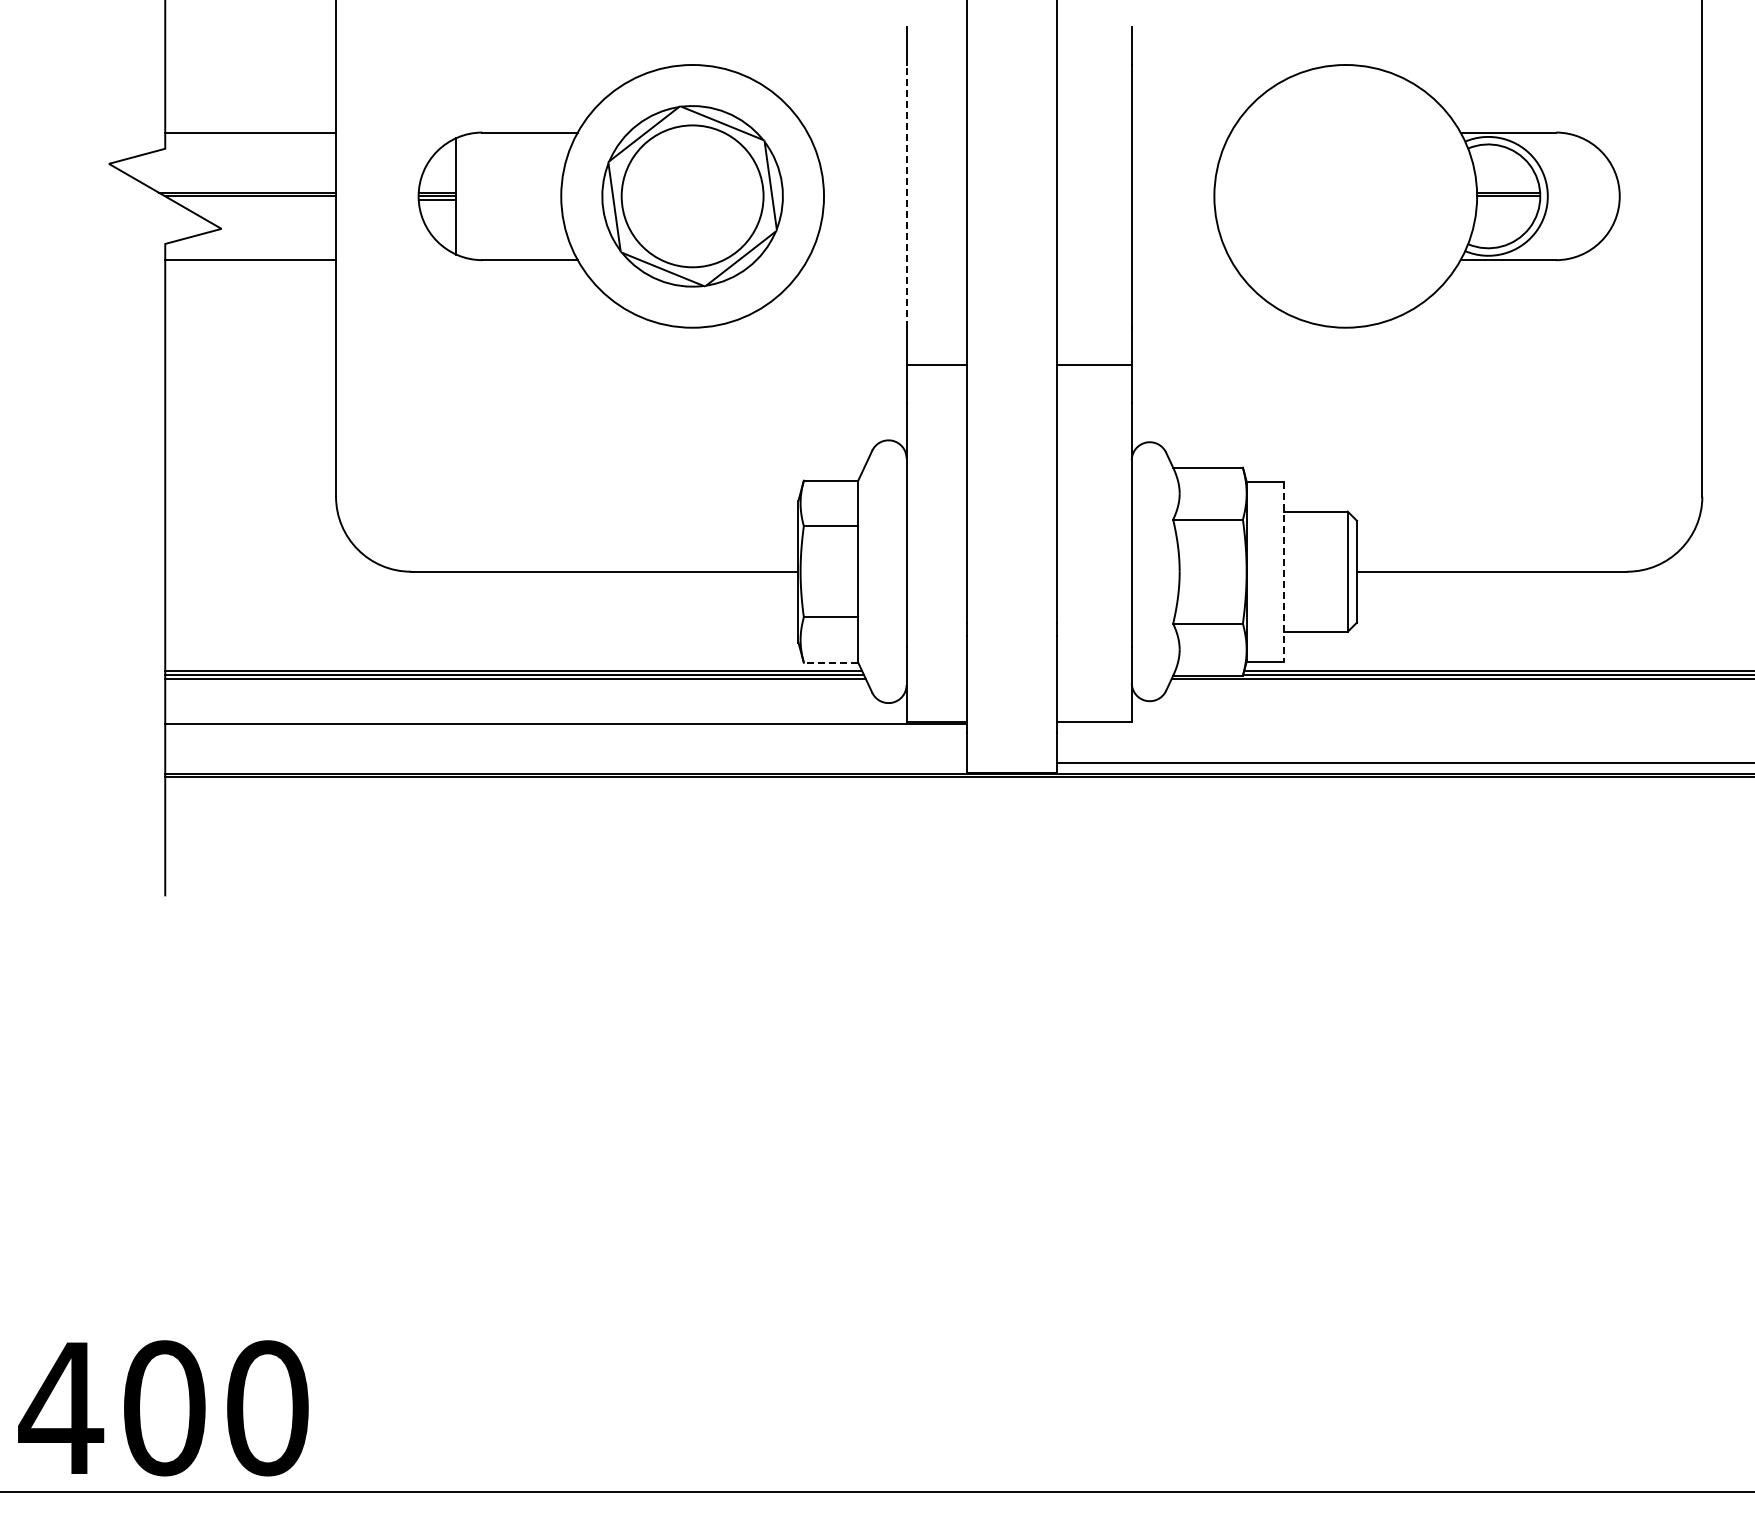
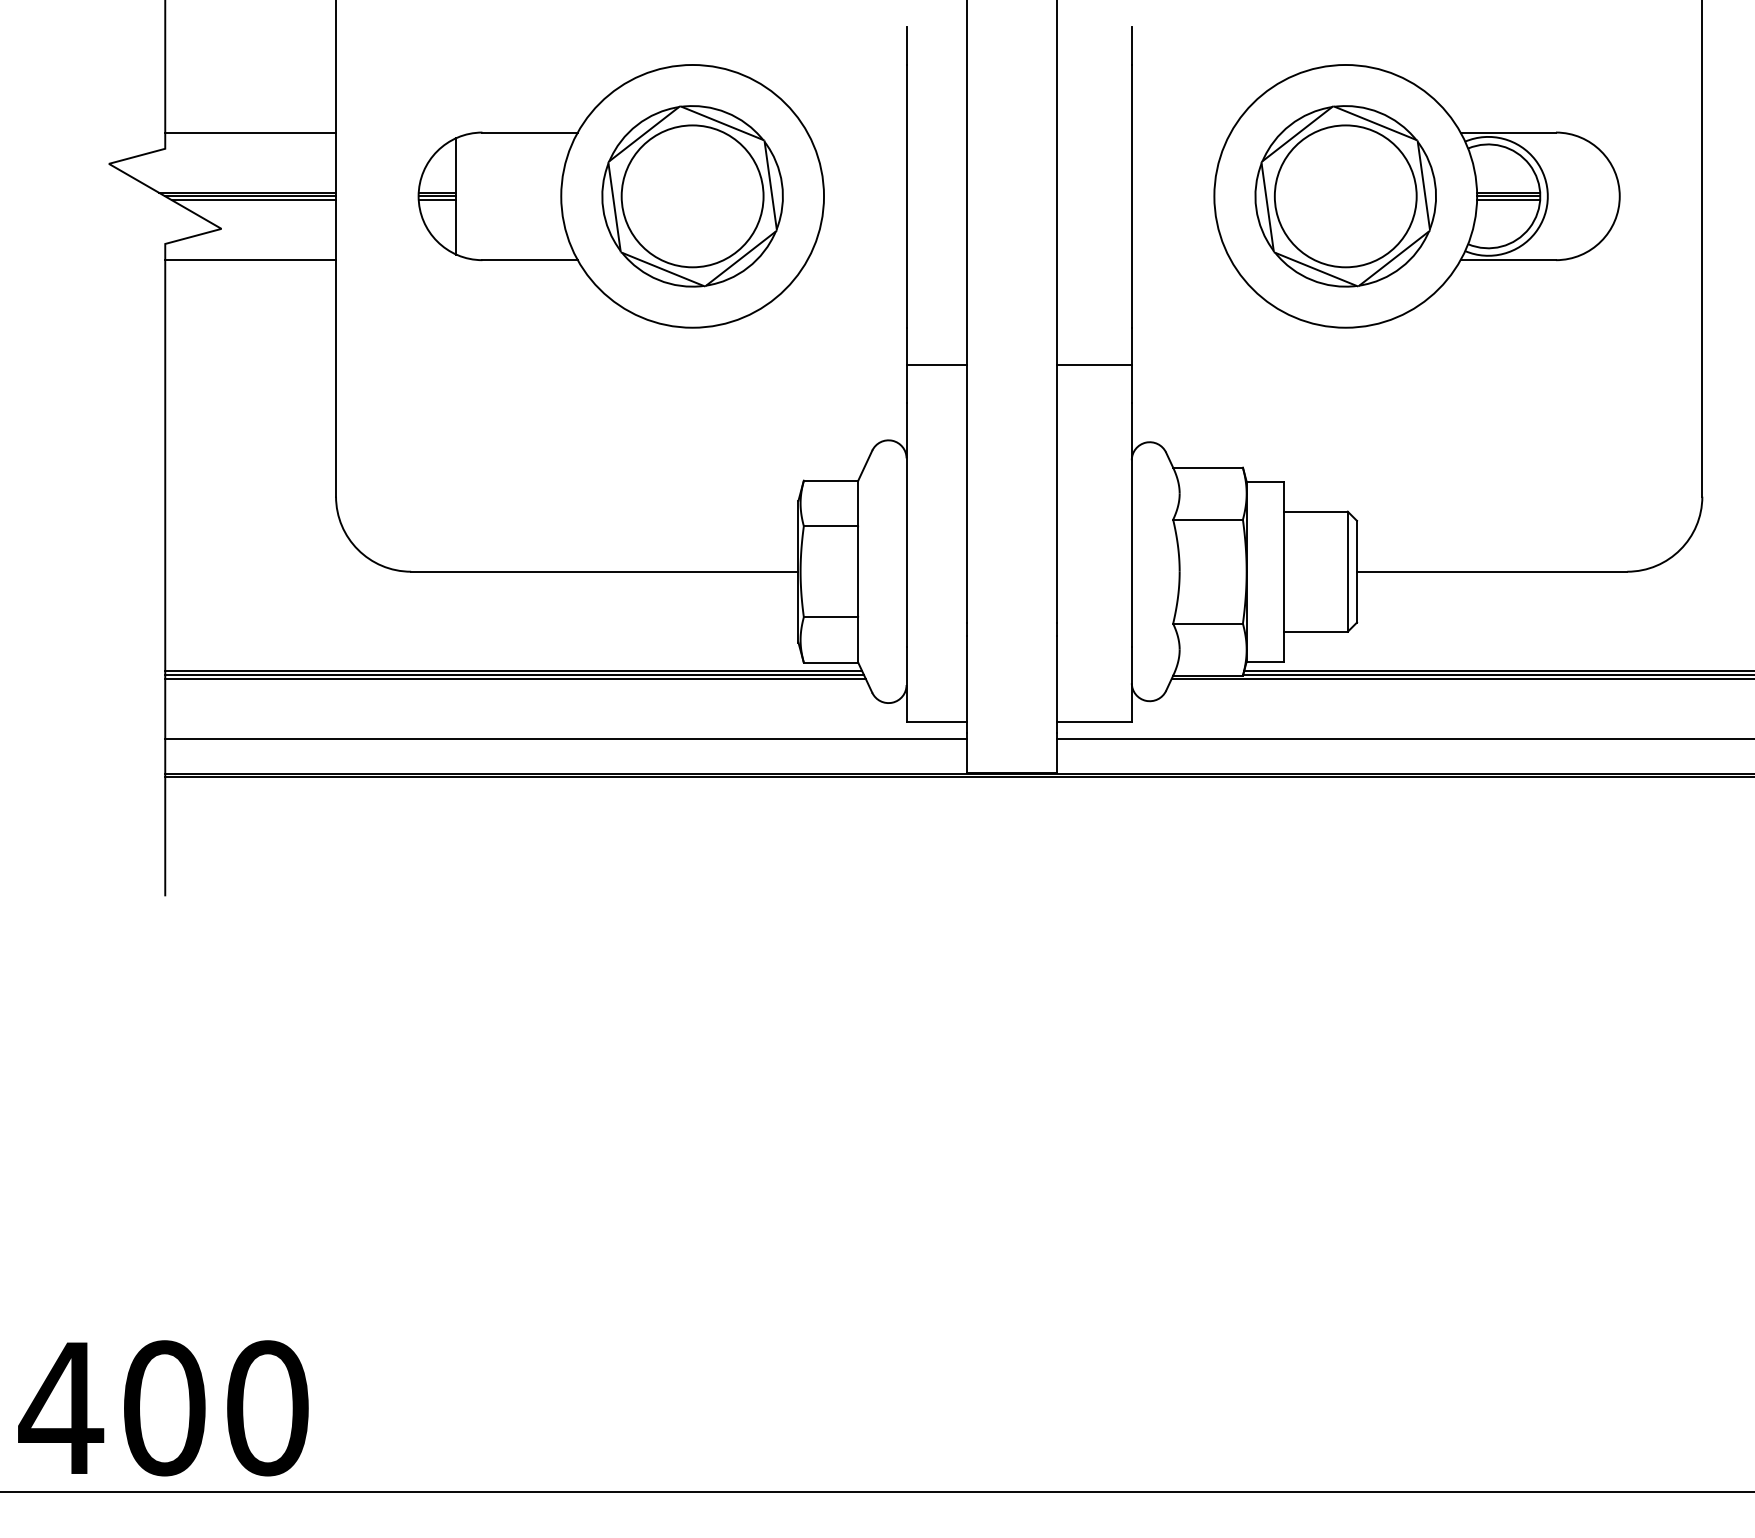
line at (906, 195): dashed -> solid
part at (1345, 196): none -> present
line at (253, 200): none -> present
line at (1508, 200): none -> present
line at (1284, 572): dashed -> solid
line at (830, 662): dashed -> solid
line at (565, 724) position: (565, 724) -> (565, 739)
line at (1403, 763) position: (1403, 763) -> (1403, 739)
